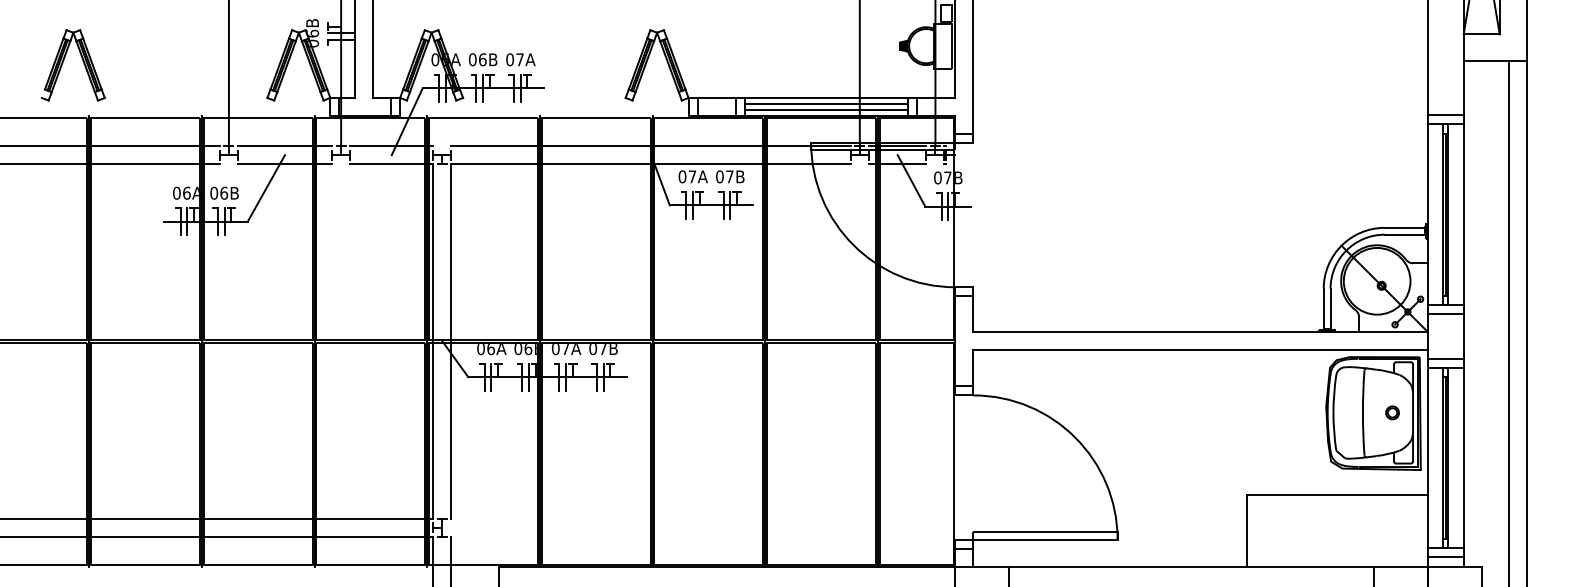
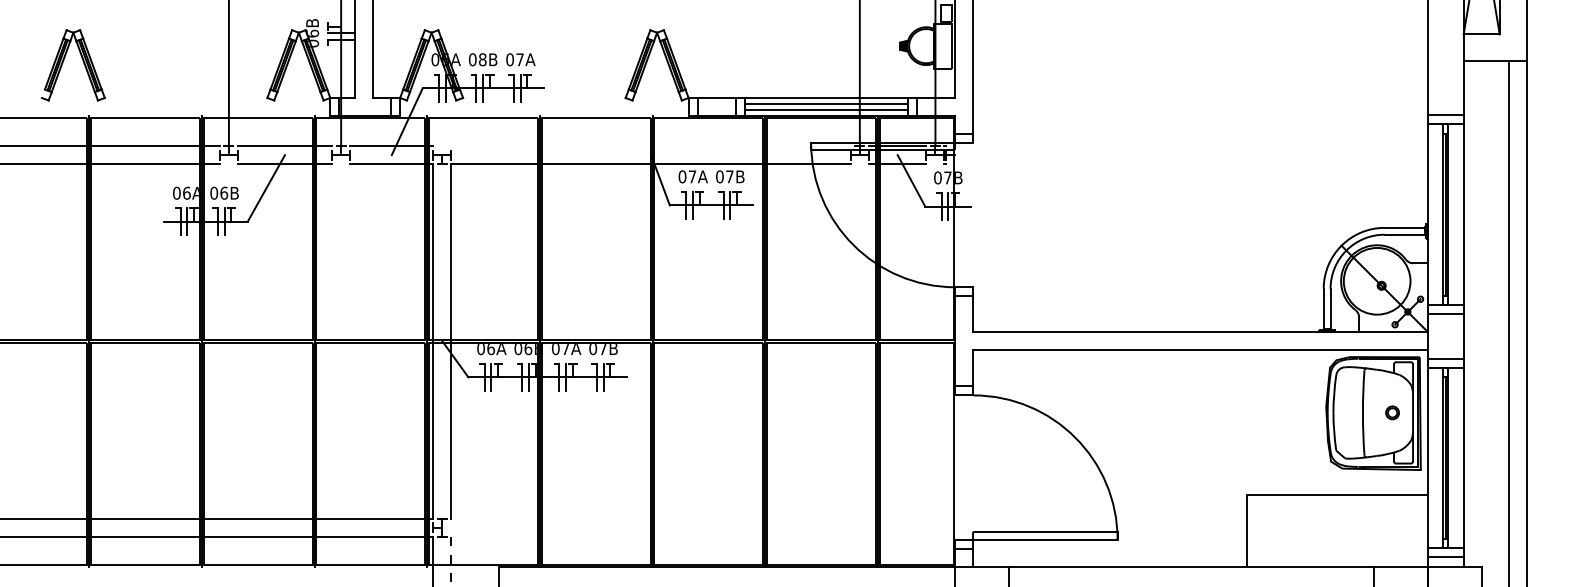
text at (482, 59): 06B -> 08B
line at (650, 146): present -> none
line at (451, 561): solid -> dashed
